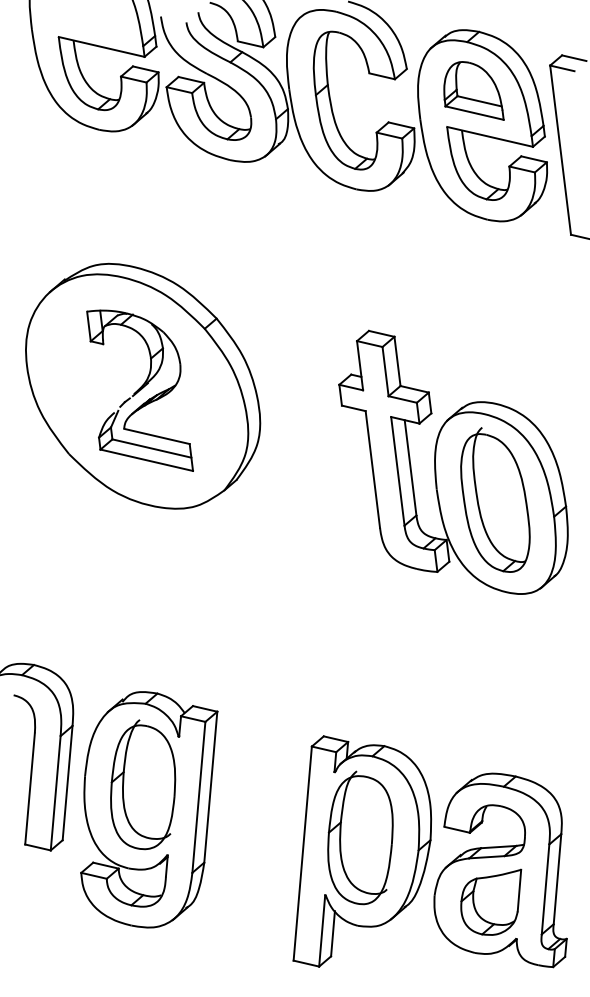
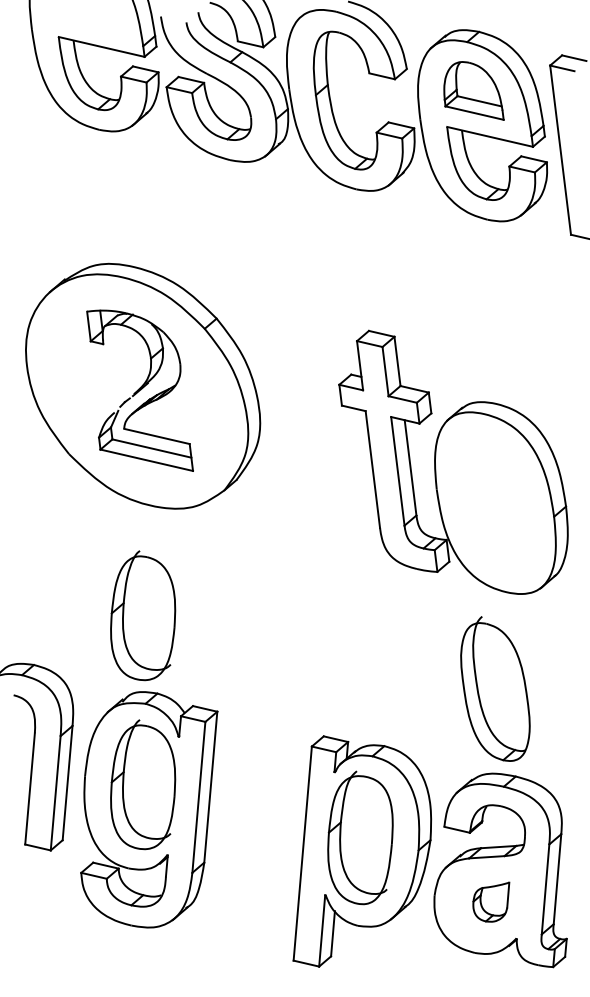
part at (495, 499) position: (495, 499) -> (495, 688)
part at (143, 615): none -> present
part at (491, 901) size: 63x68 px -> 39x42 px
